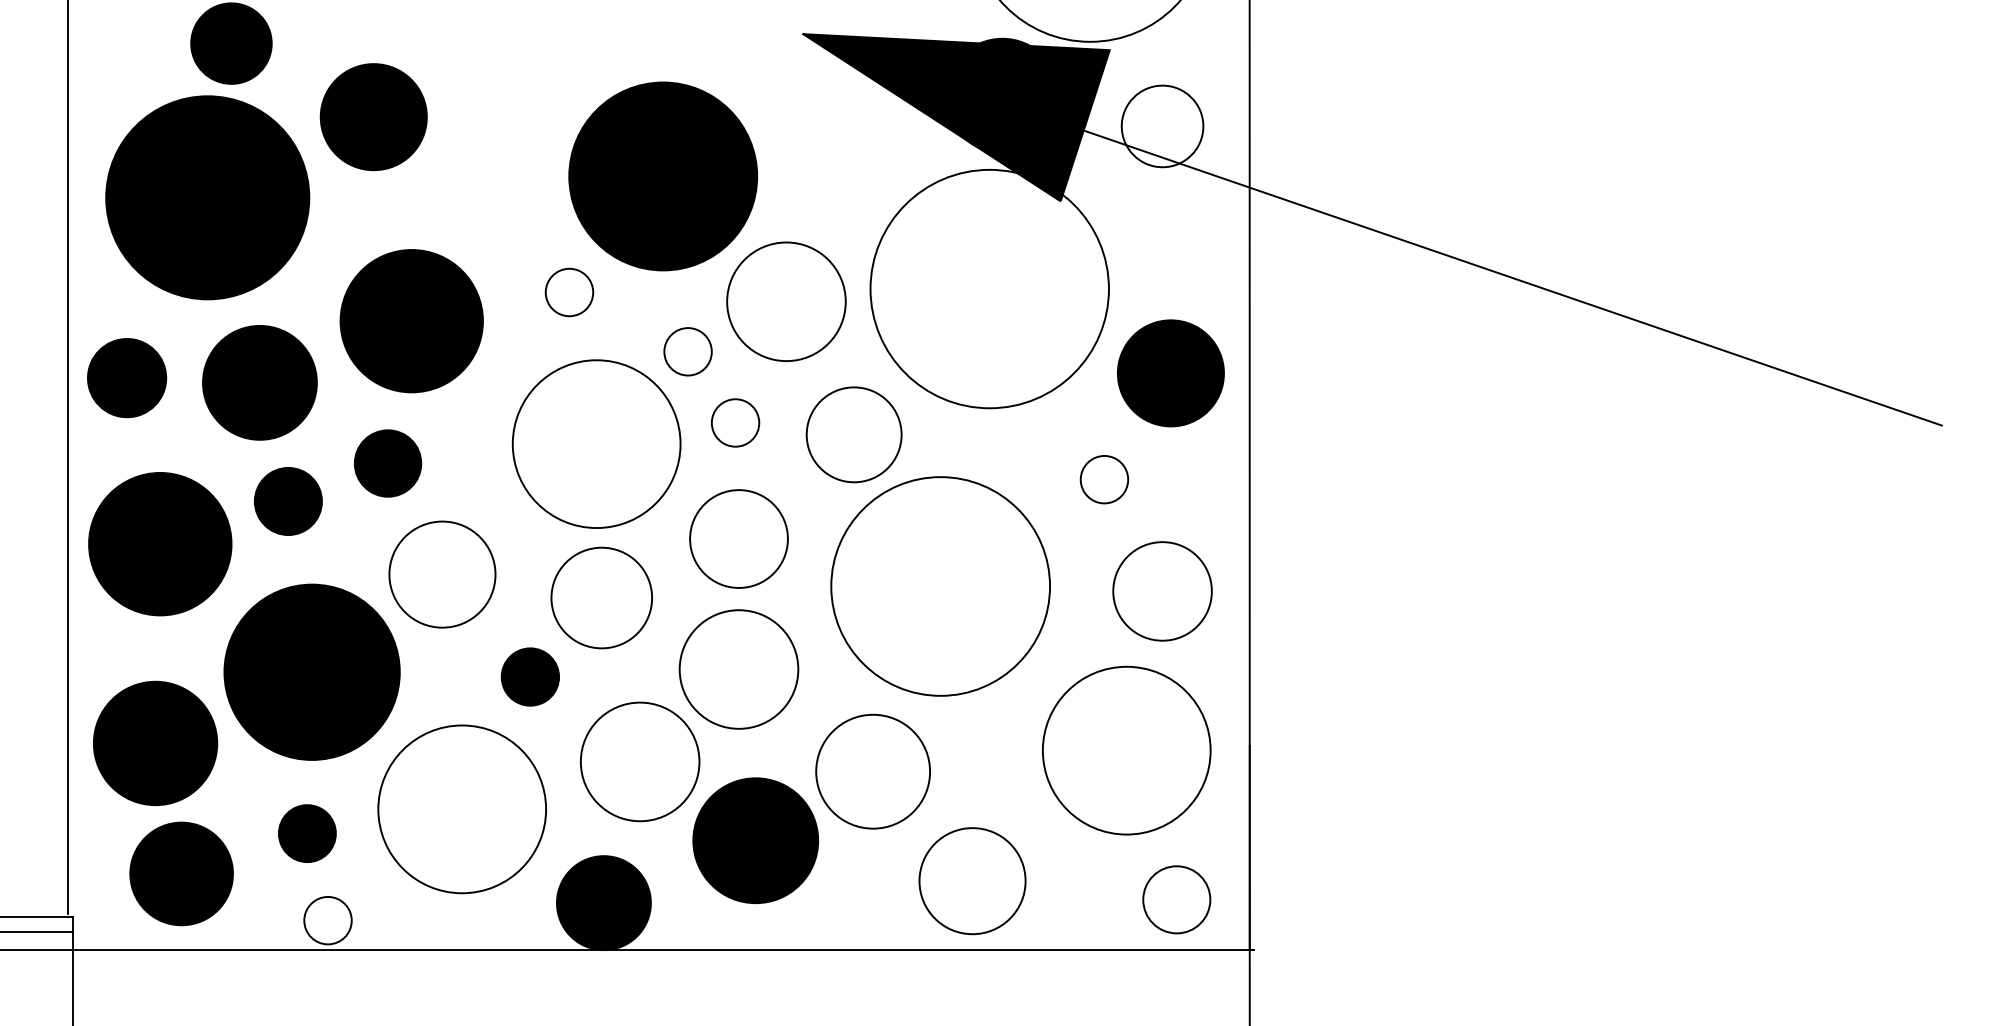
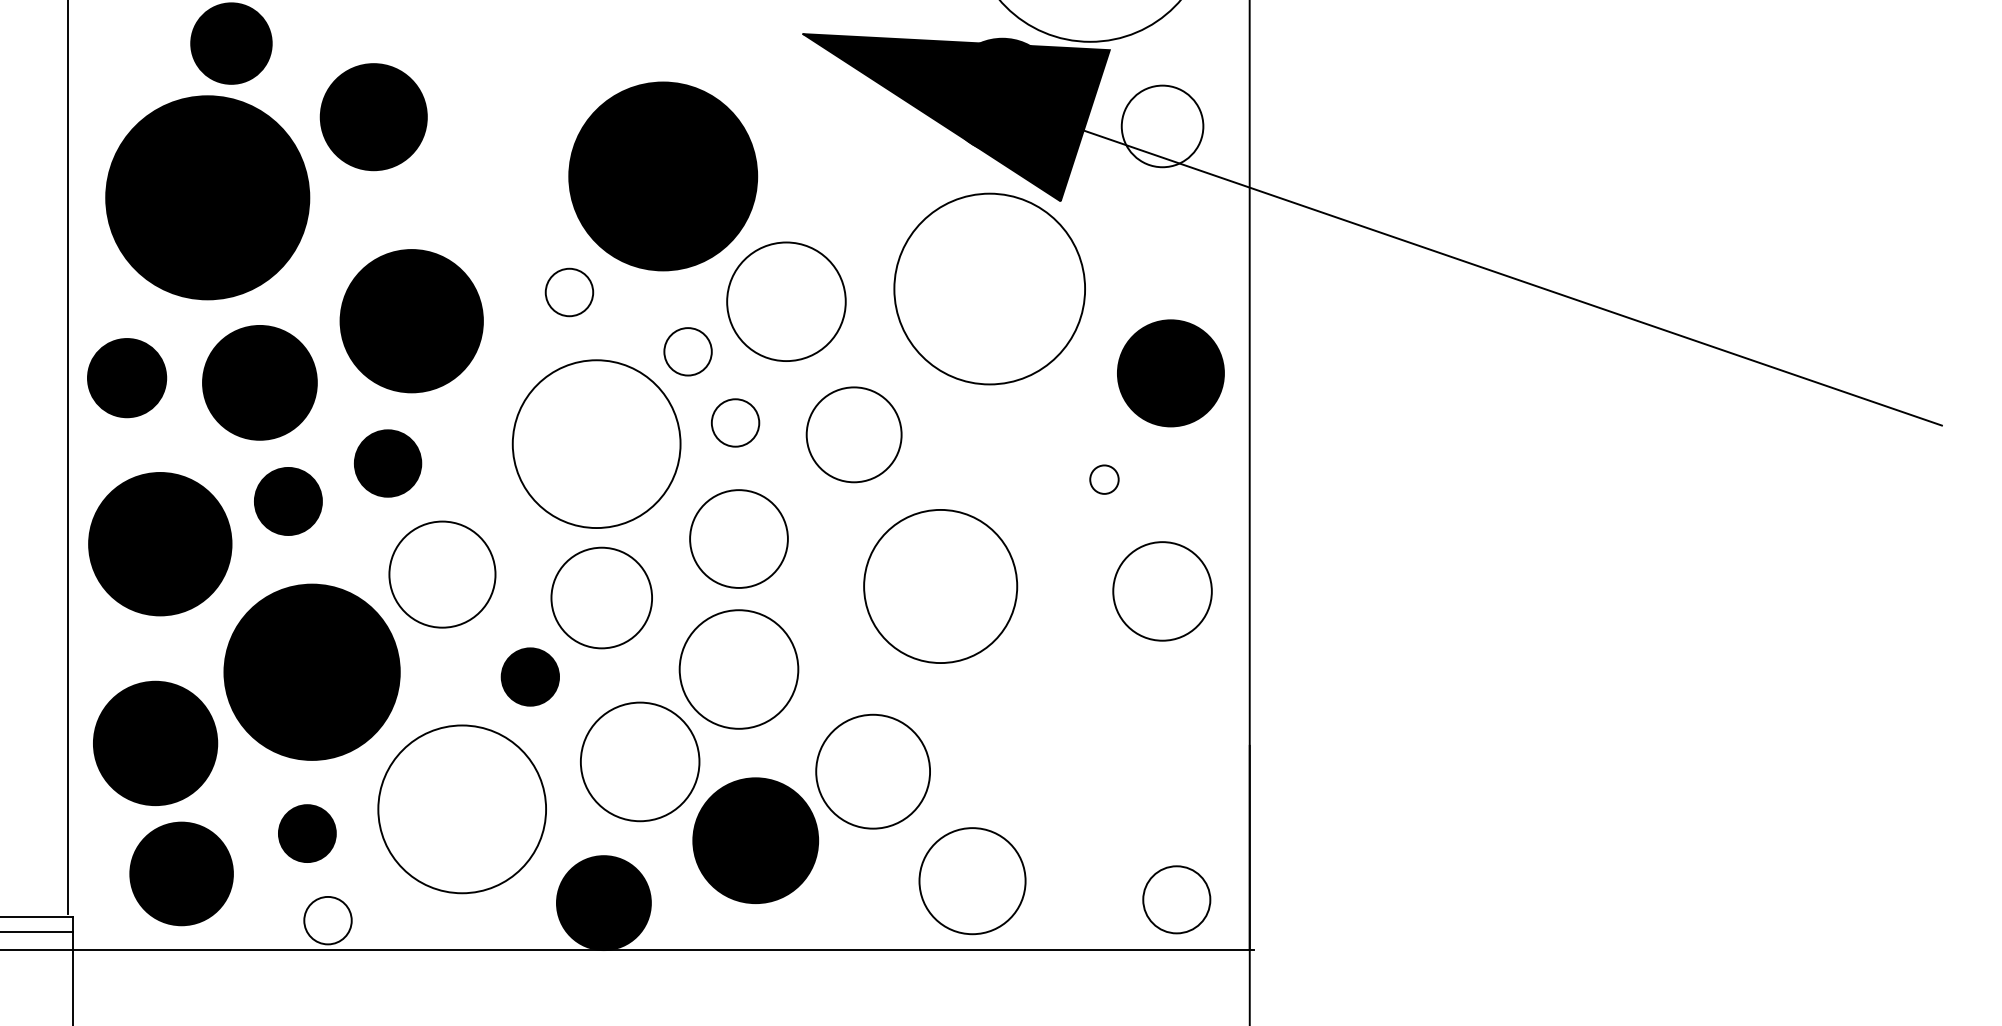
circle at (989, 288) diameter: 238 px -> 191 px
circle at (1104, 479) diameter: 47 px -> 28 px
circle at (940, 586) diameter: 219 px -> 153 px
circle at (1126, 750): present -> none
